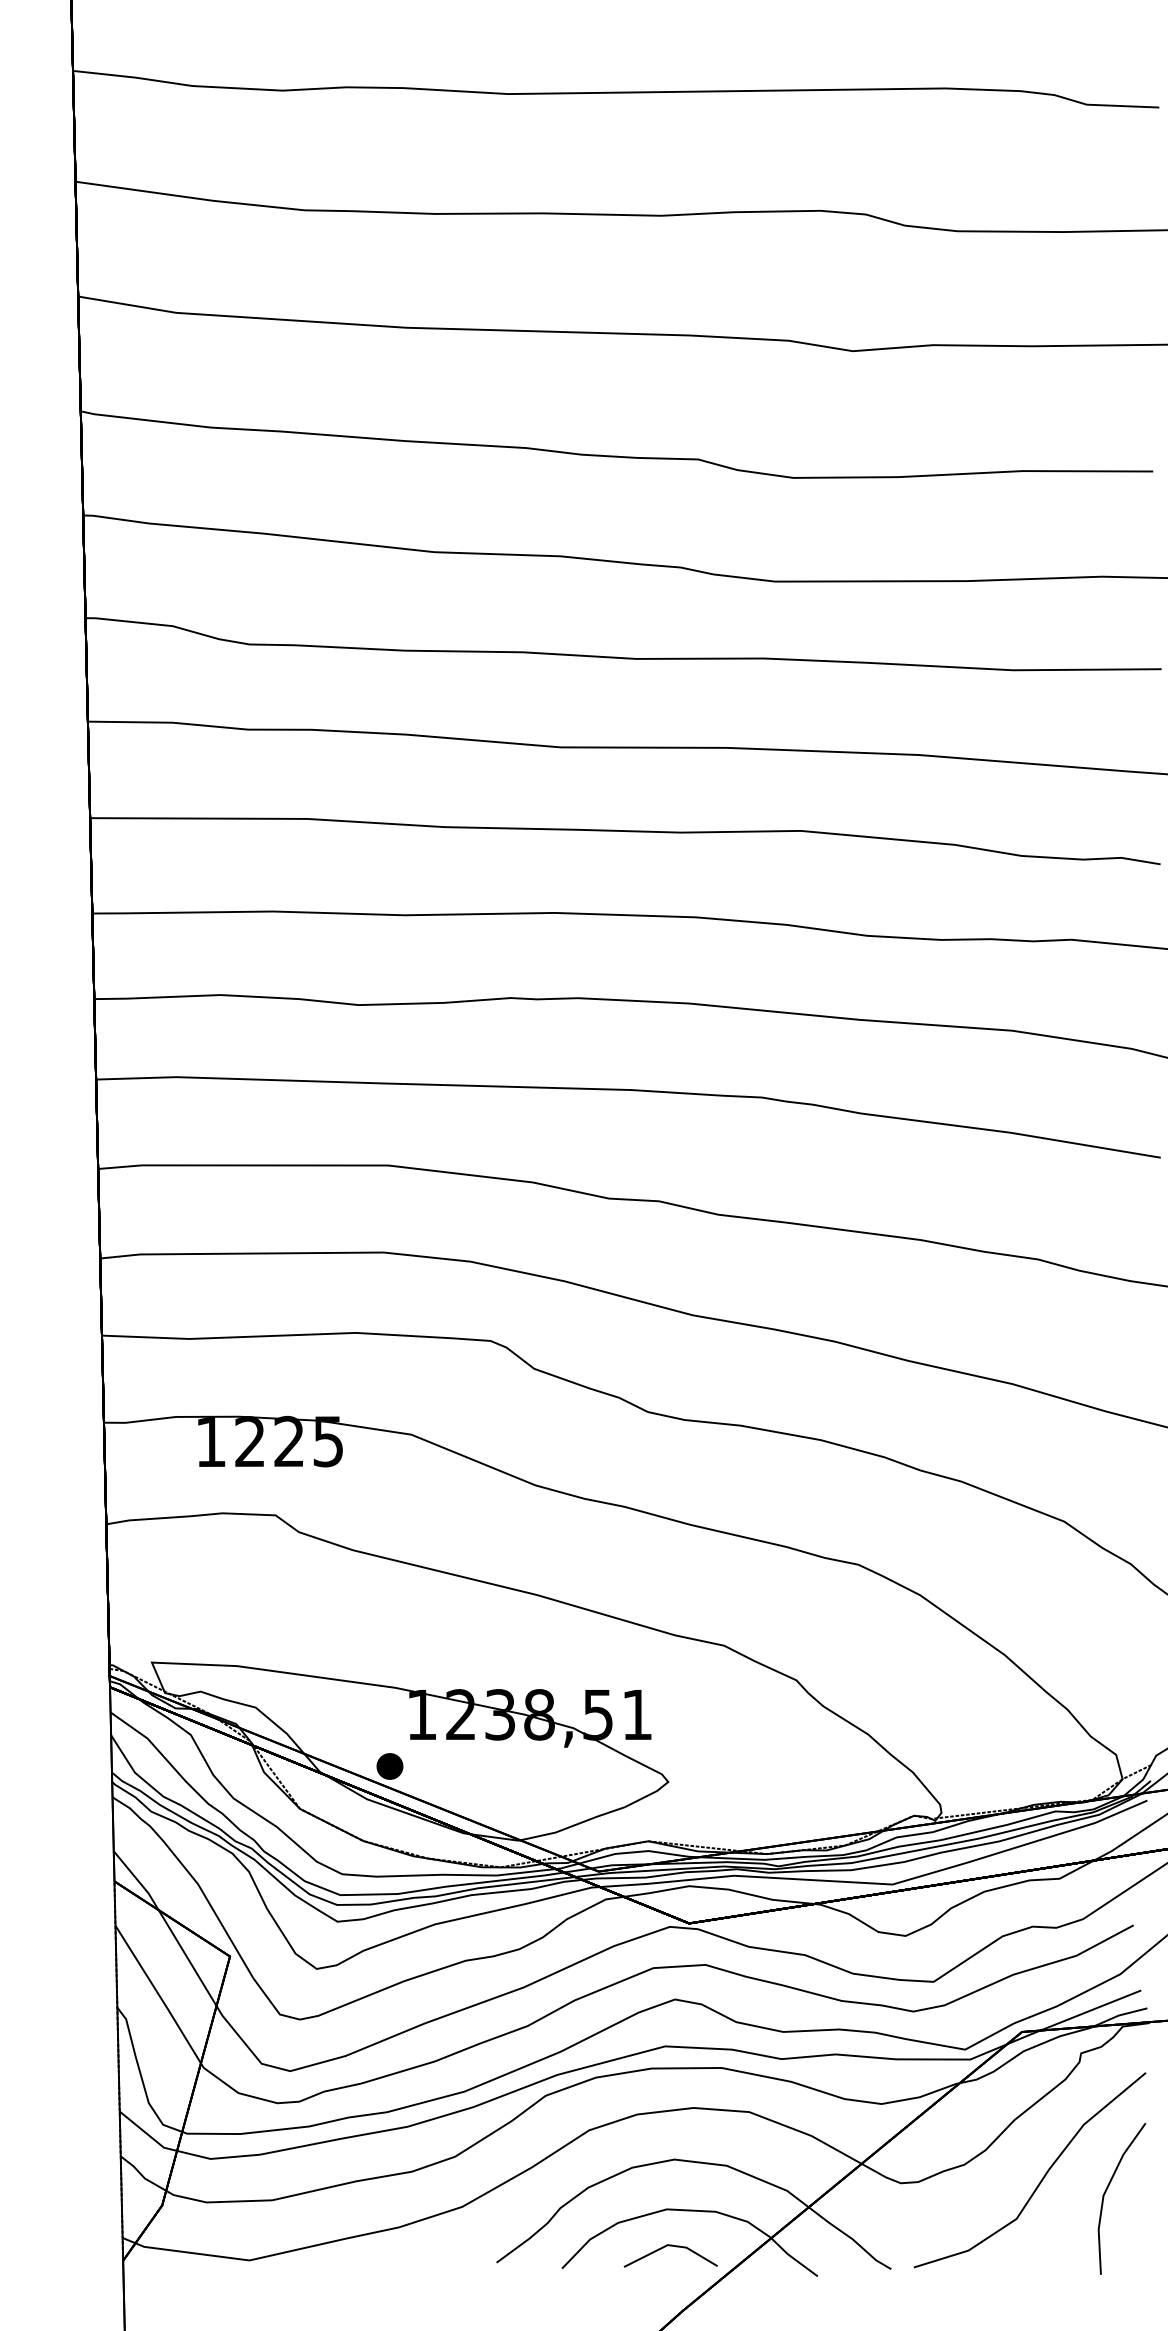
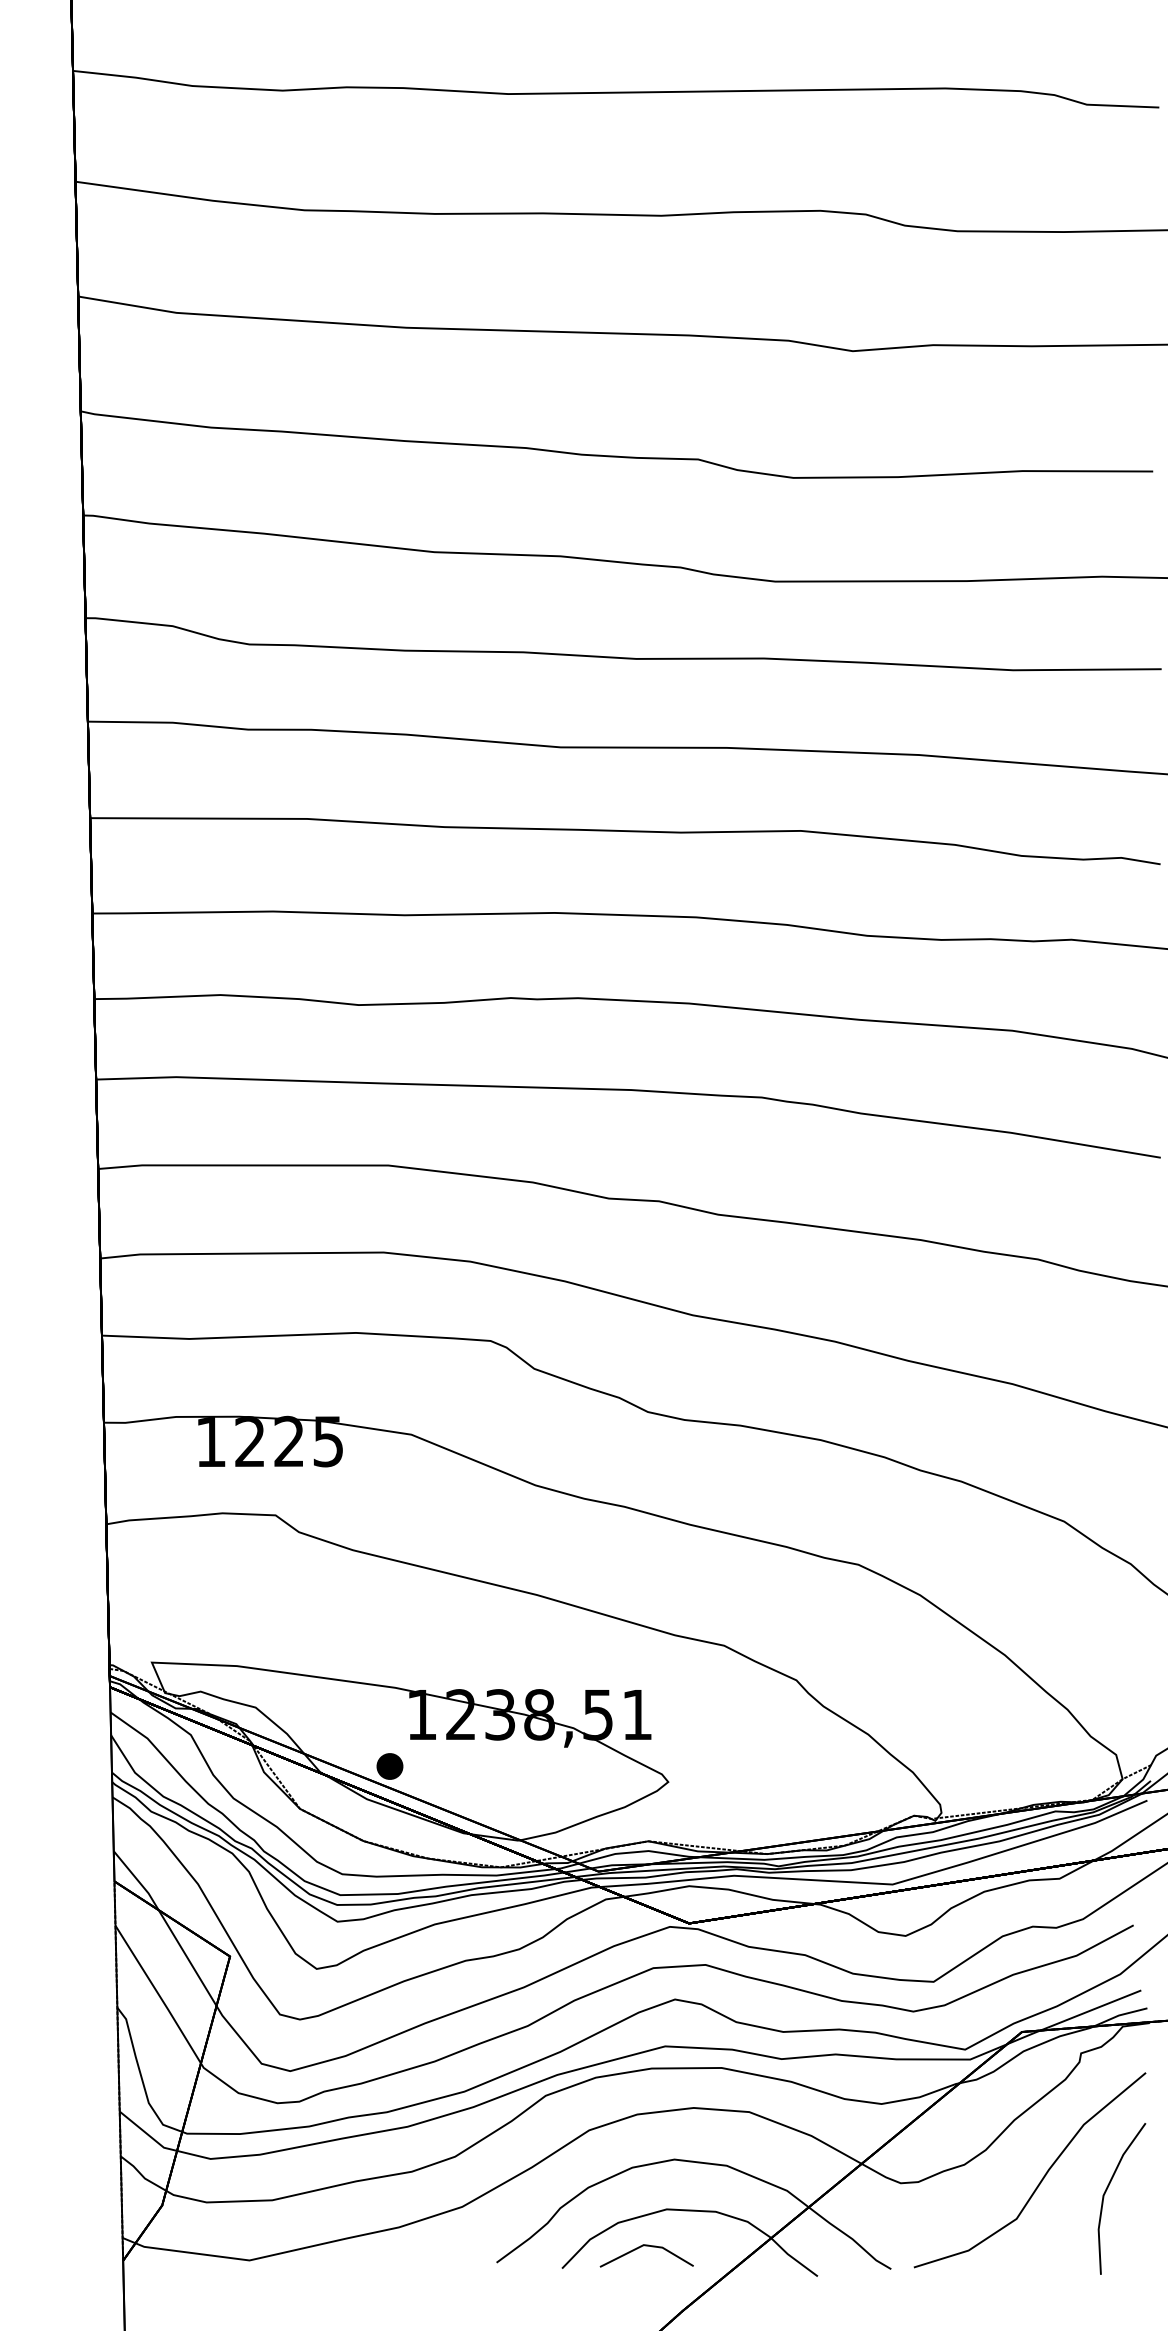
line at (670, 2246) position: (670, 2246) -> (646, 2246)
